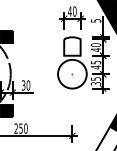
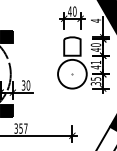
text at (95, 20): 5 -> 4
text at (95, 62): 45 -> 41
text at (20, 128): 250 -> 357
